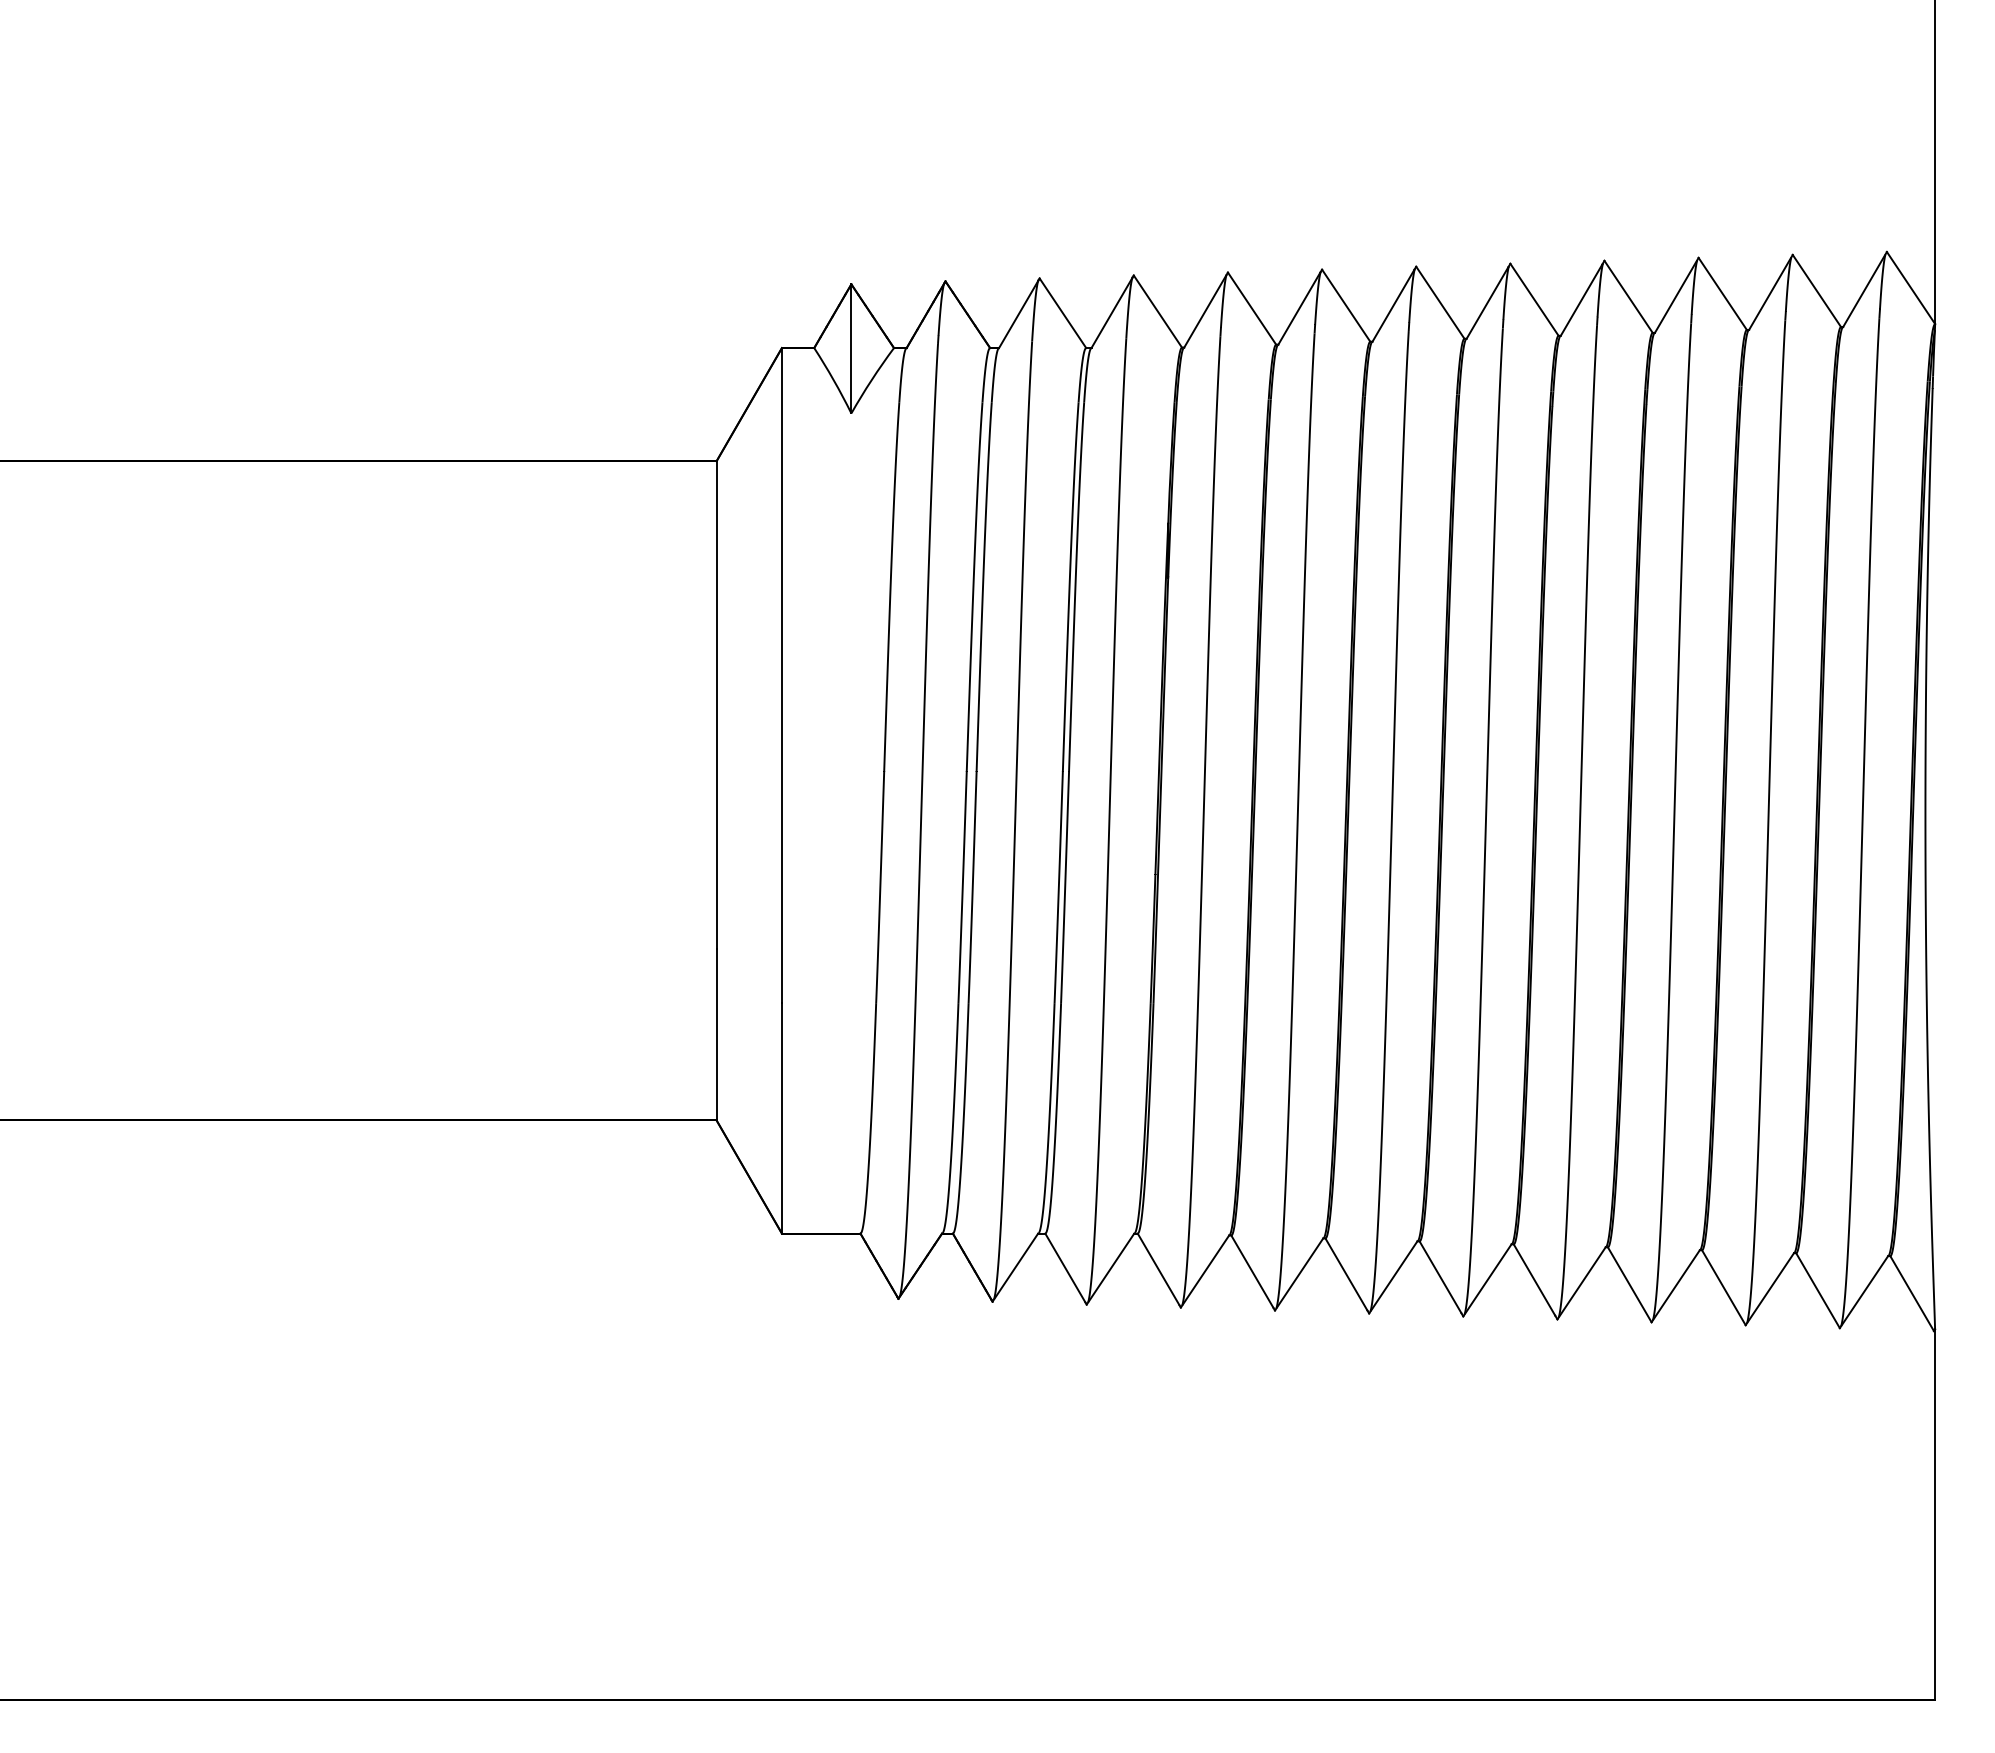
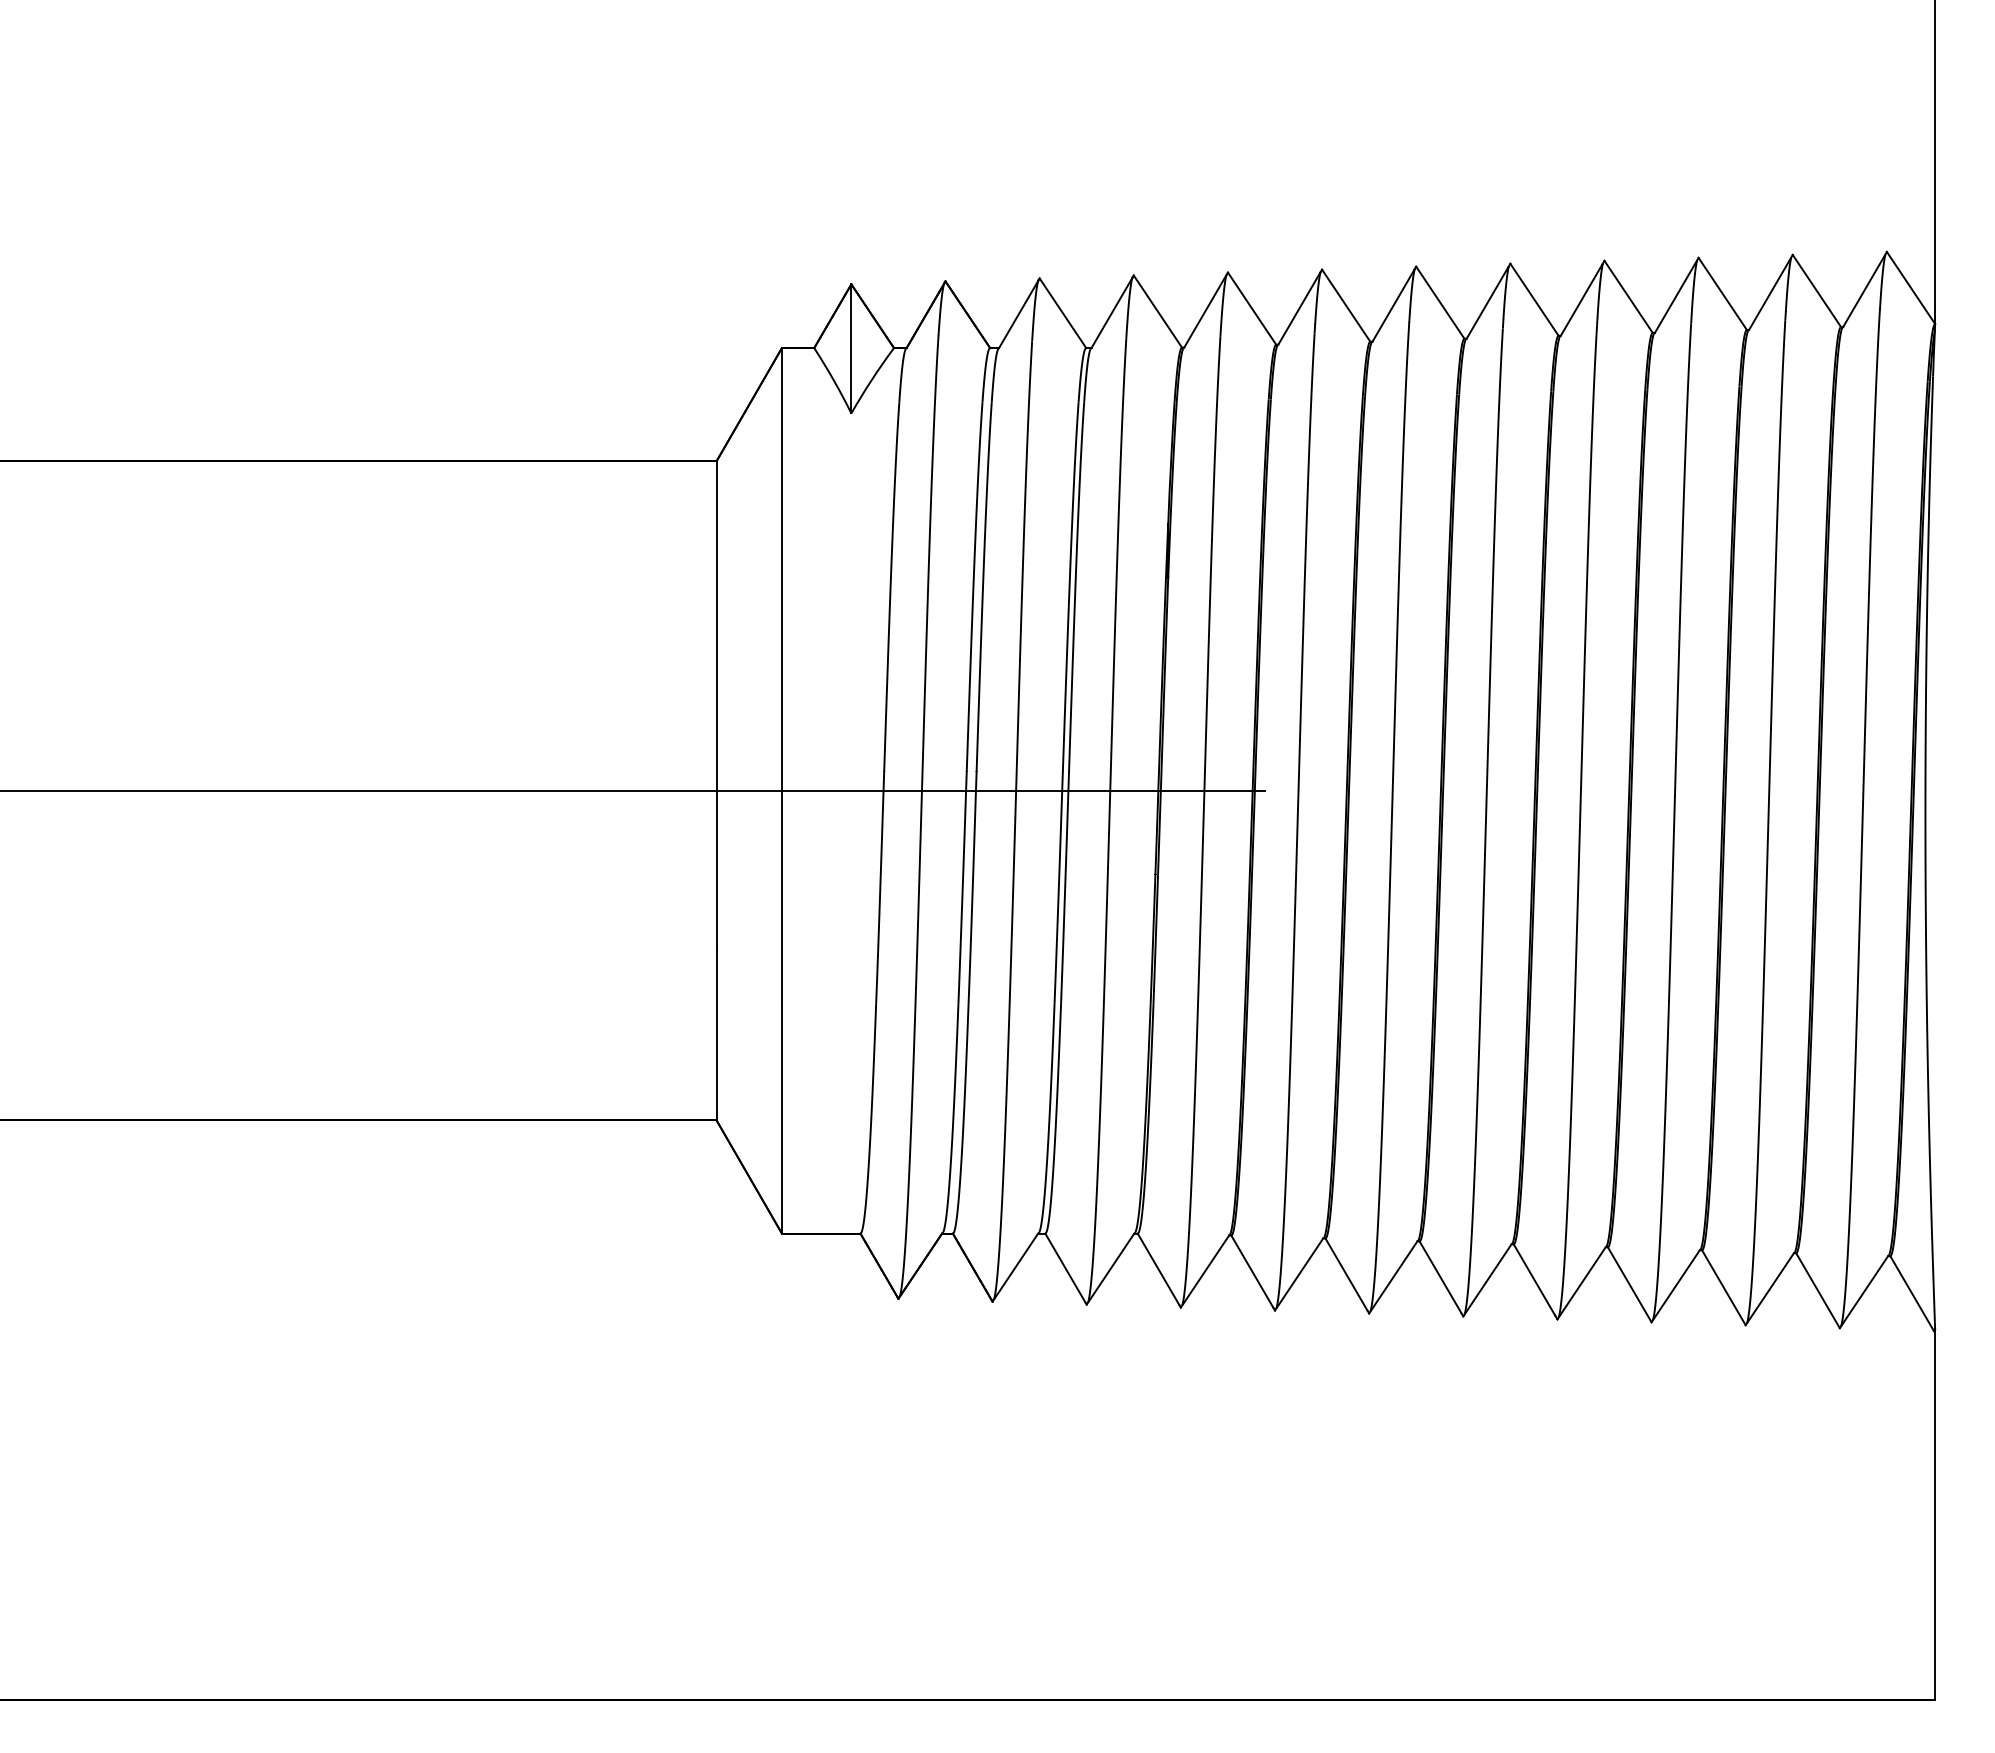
line at (633, 790): none -> present
